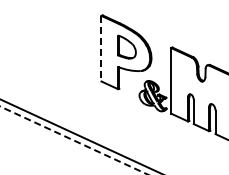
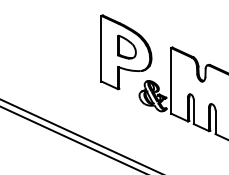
line at (101, 48): dashed -> solid
line at (74, 140): dashed -> solid
